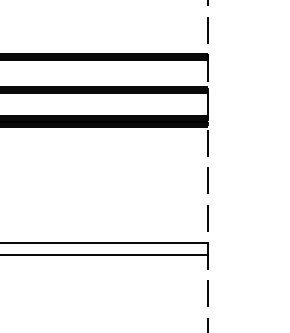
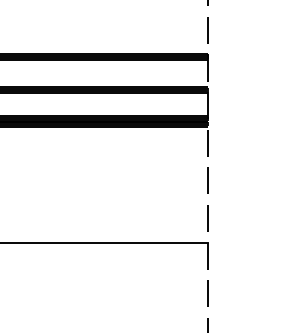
line at (104, 255): present -> none
